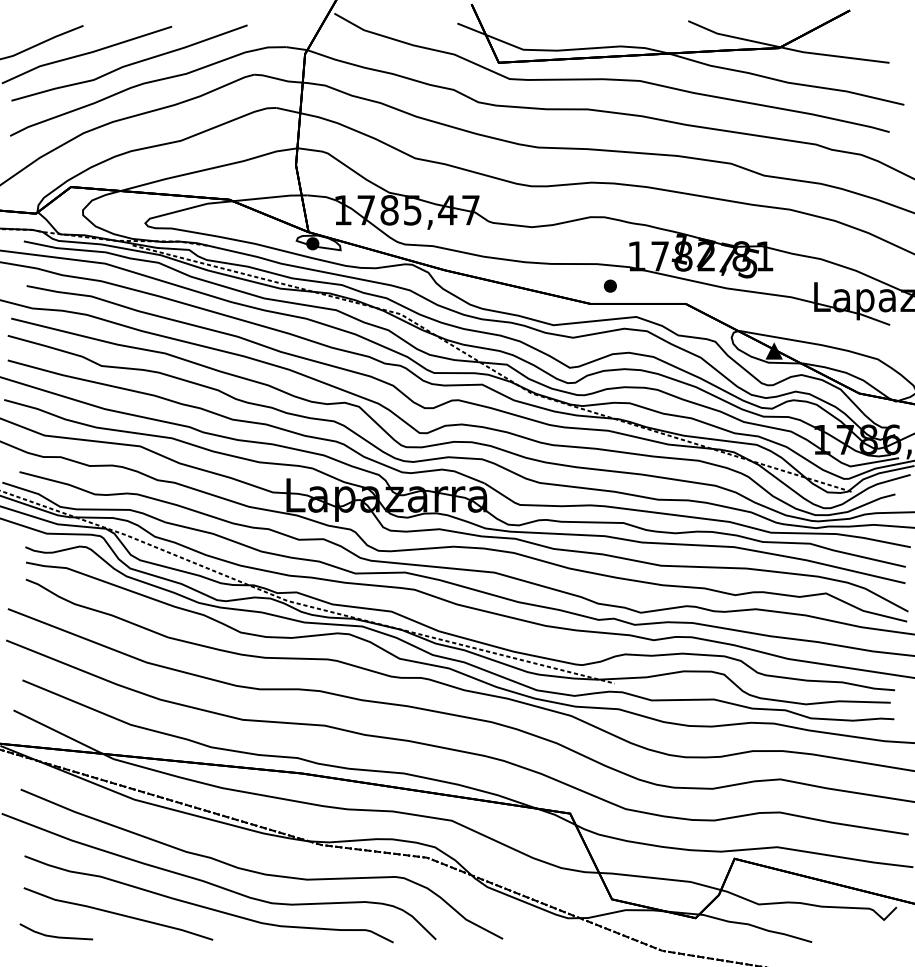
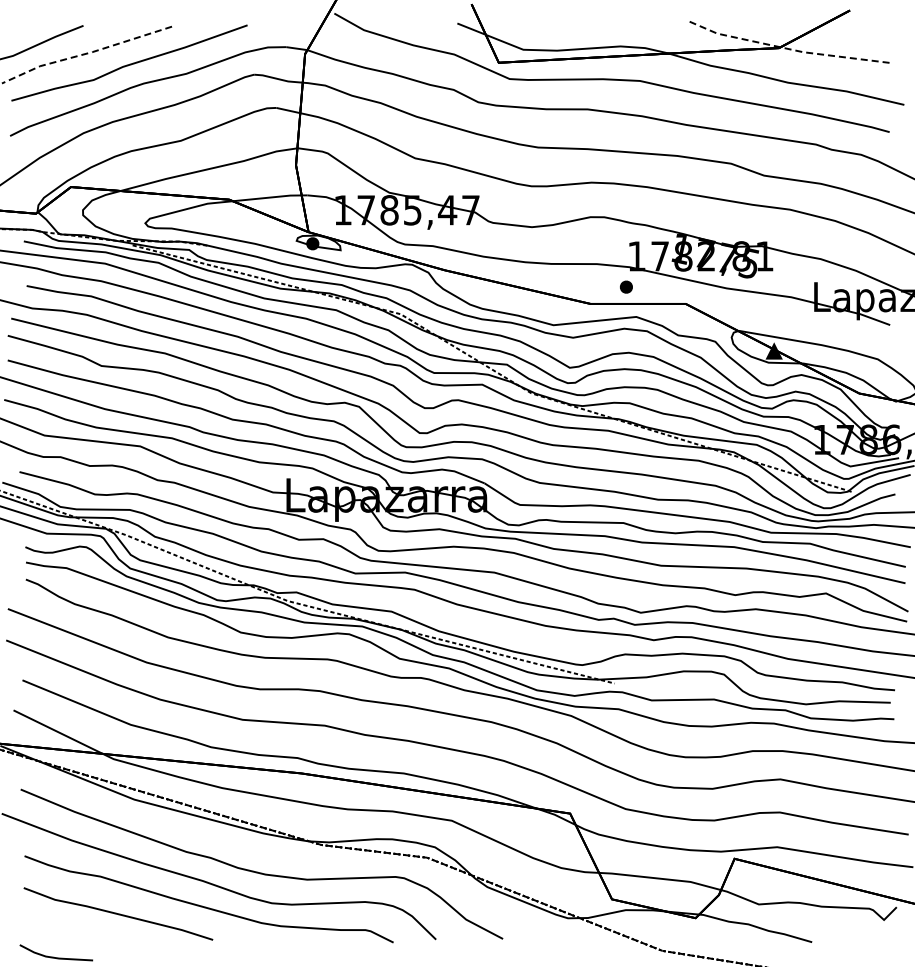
line at (786, 48): solid -> dashed
line at (85, 53): solid -> dashed
part at (610, 285) position: (610, 285) -> (626, 286)
line at (53, 935) position: (53, 935) -> (53, 956)
